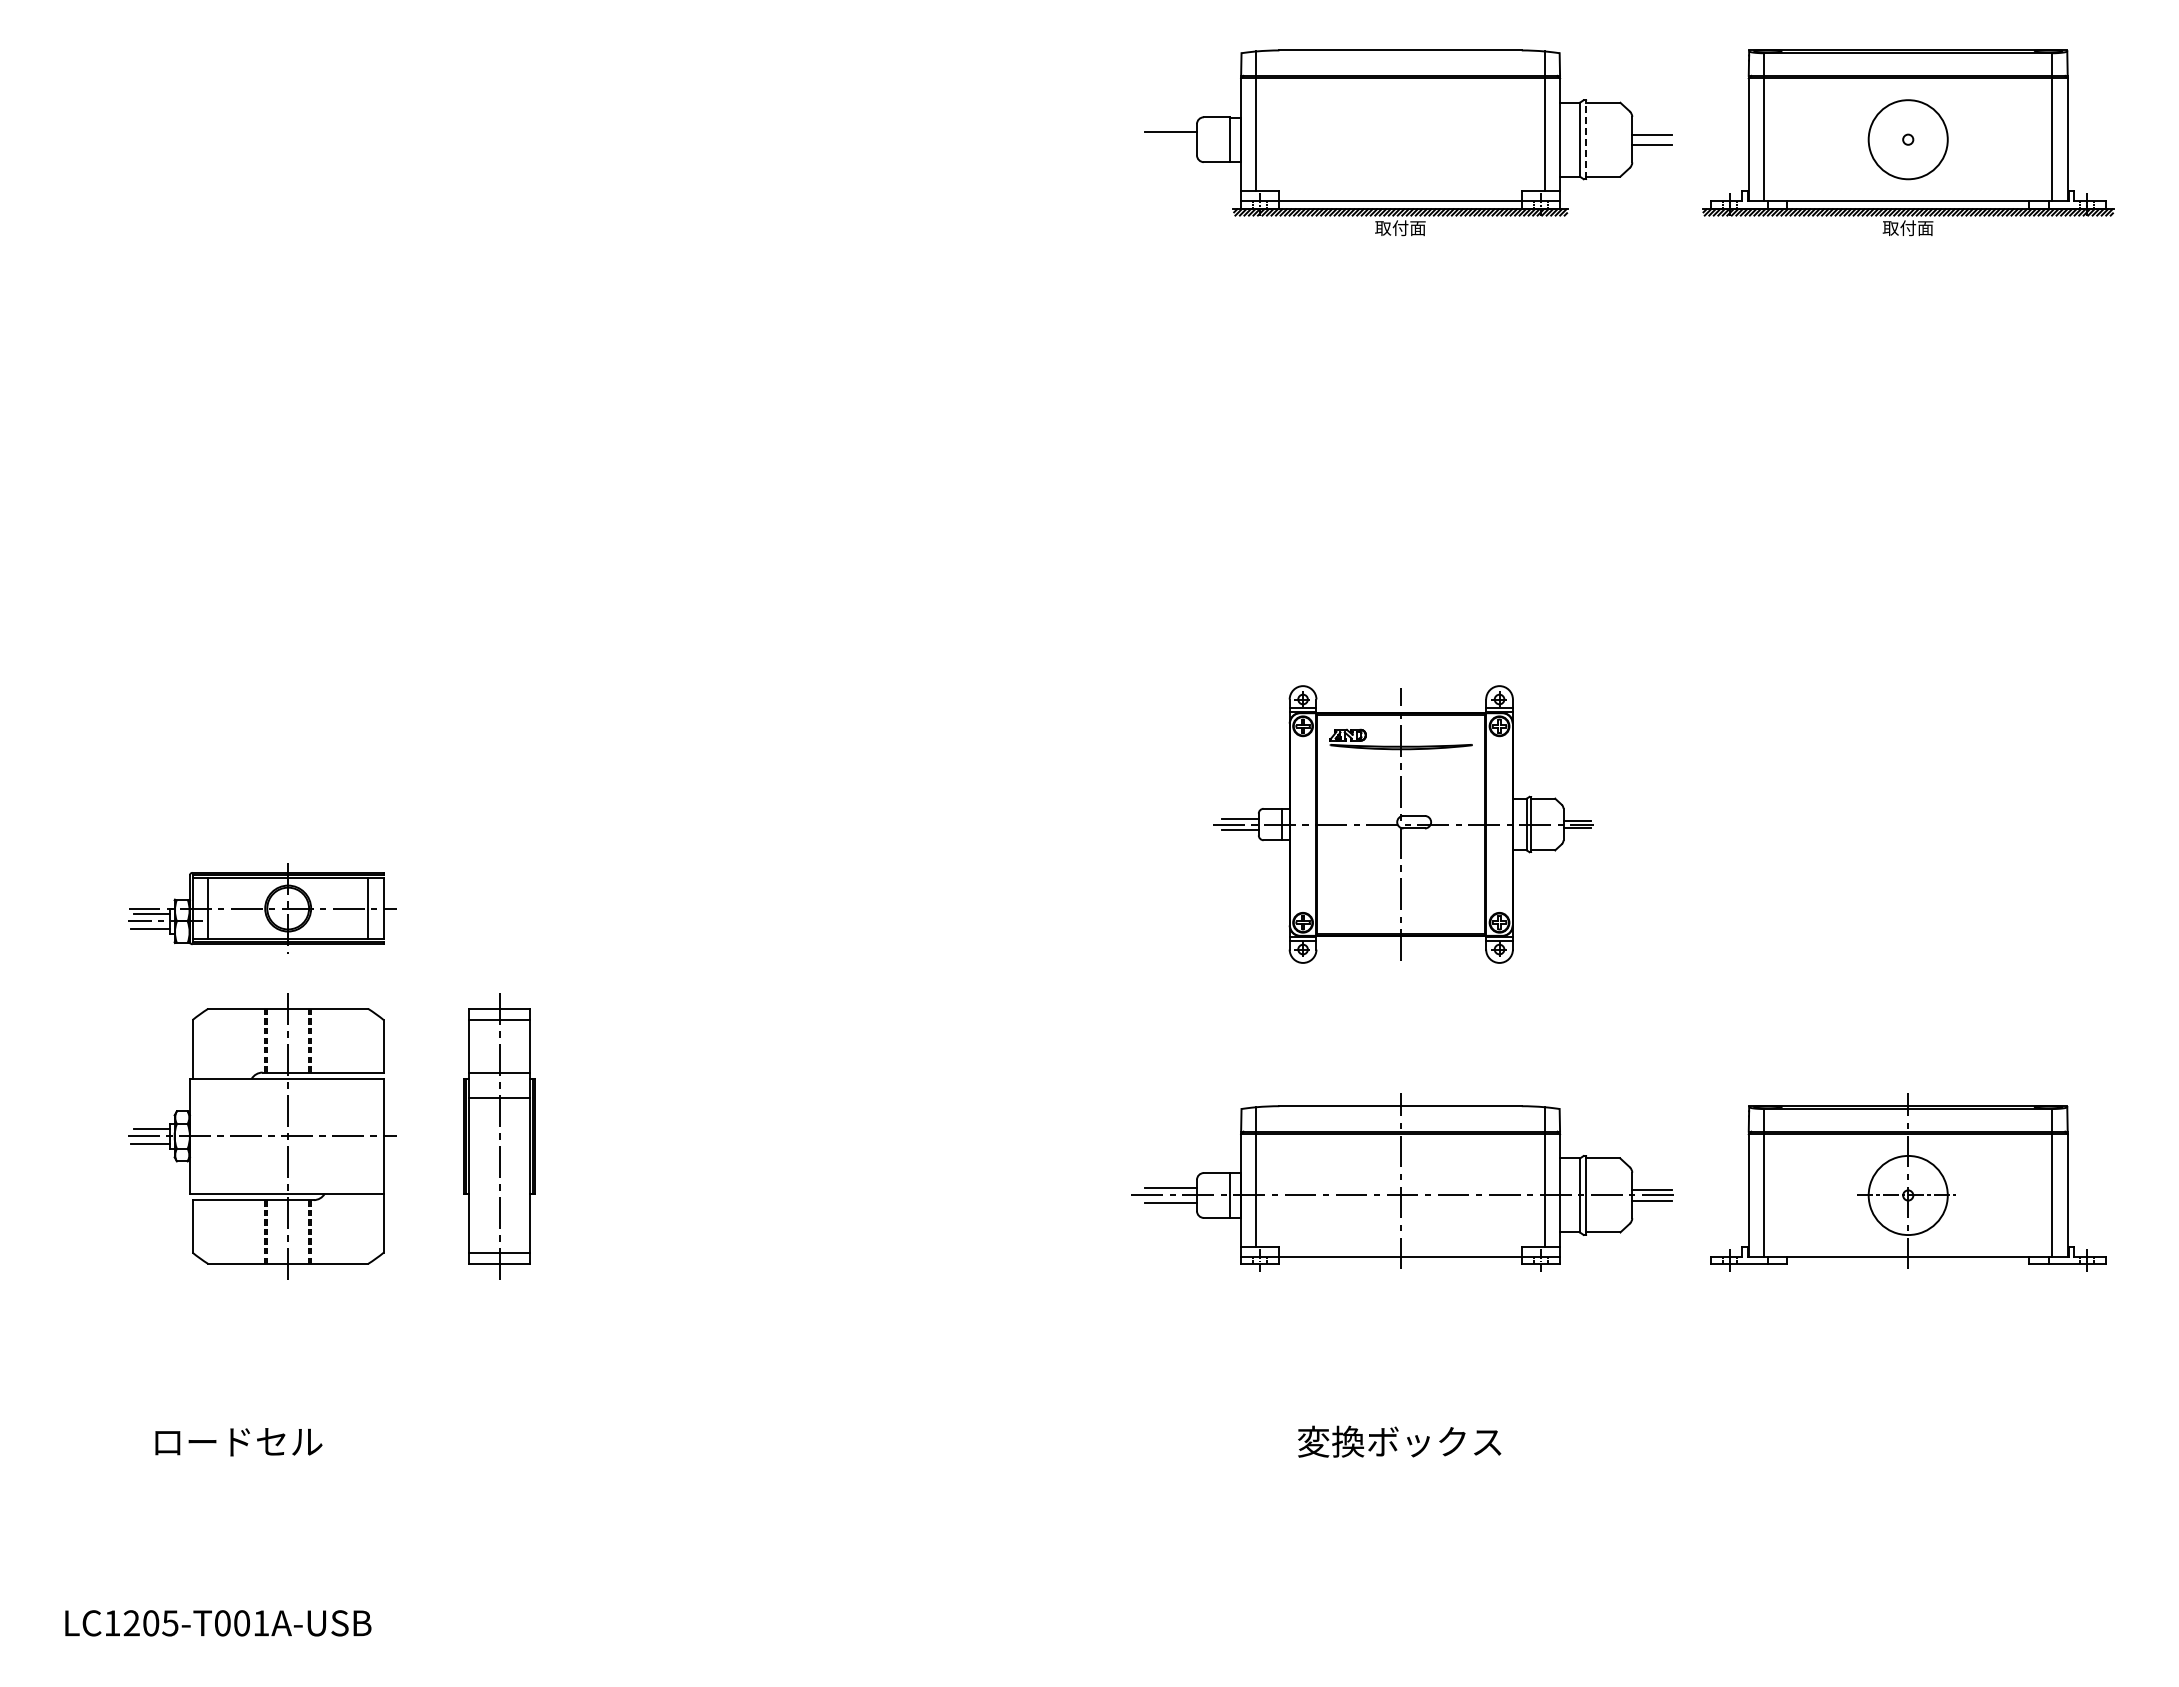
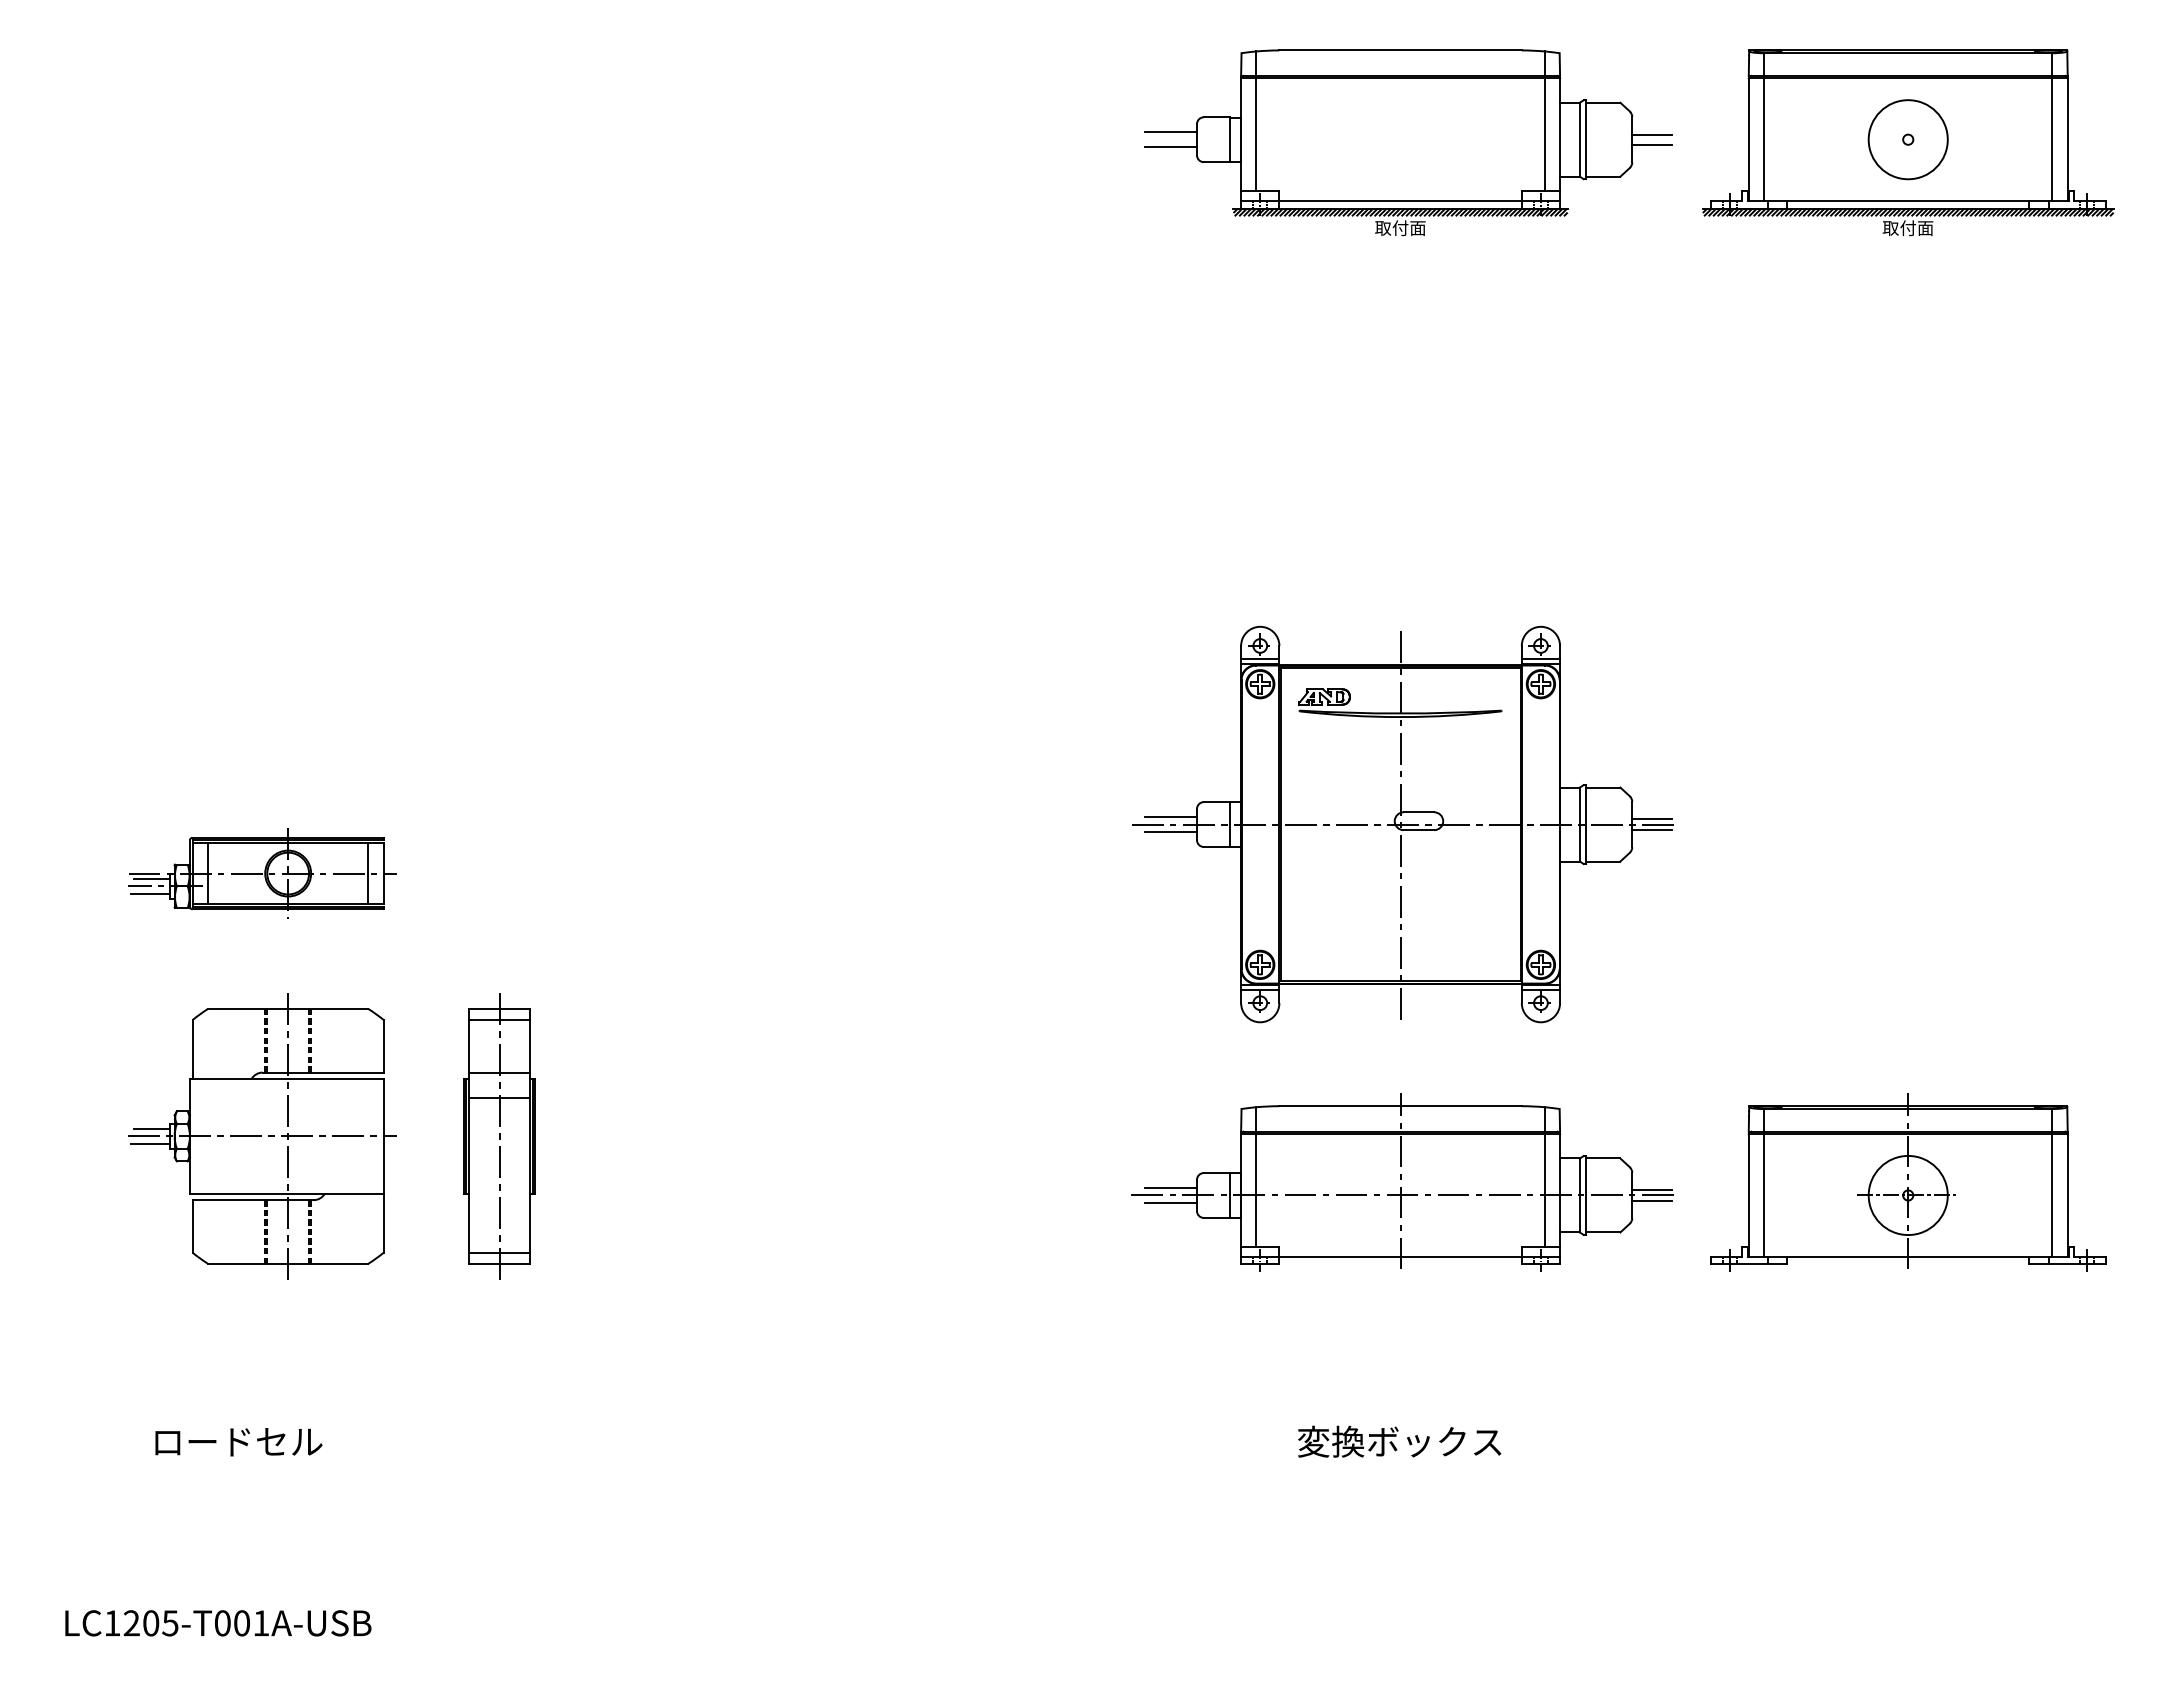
line at (1586, 139): dashed -> solid
line at (1170, 147): none -> present
part at (1403, 824) size: 381x279 px -> 542x399 px
part at (262, 908) position: (262, 908) -> (262, 873)
